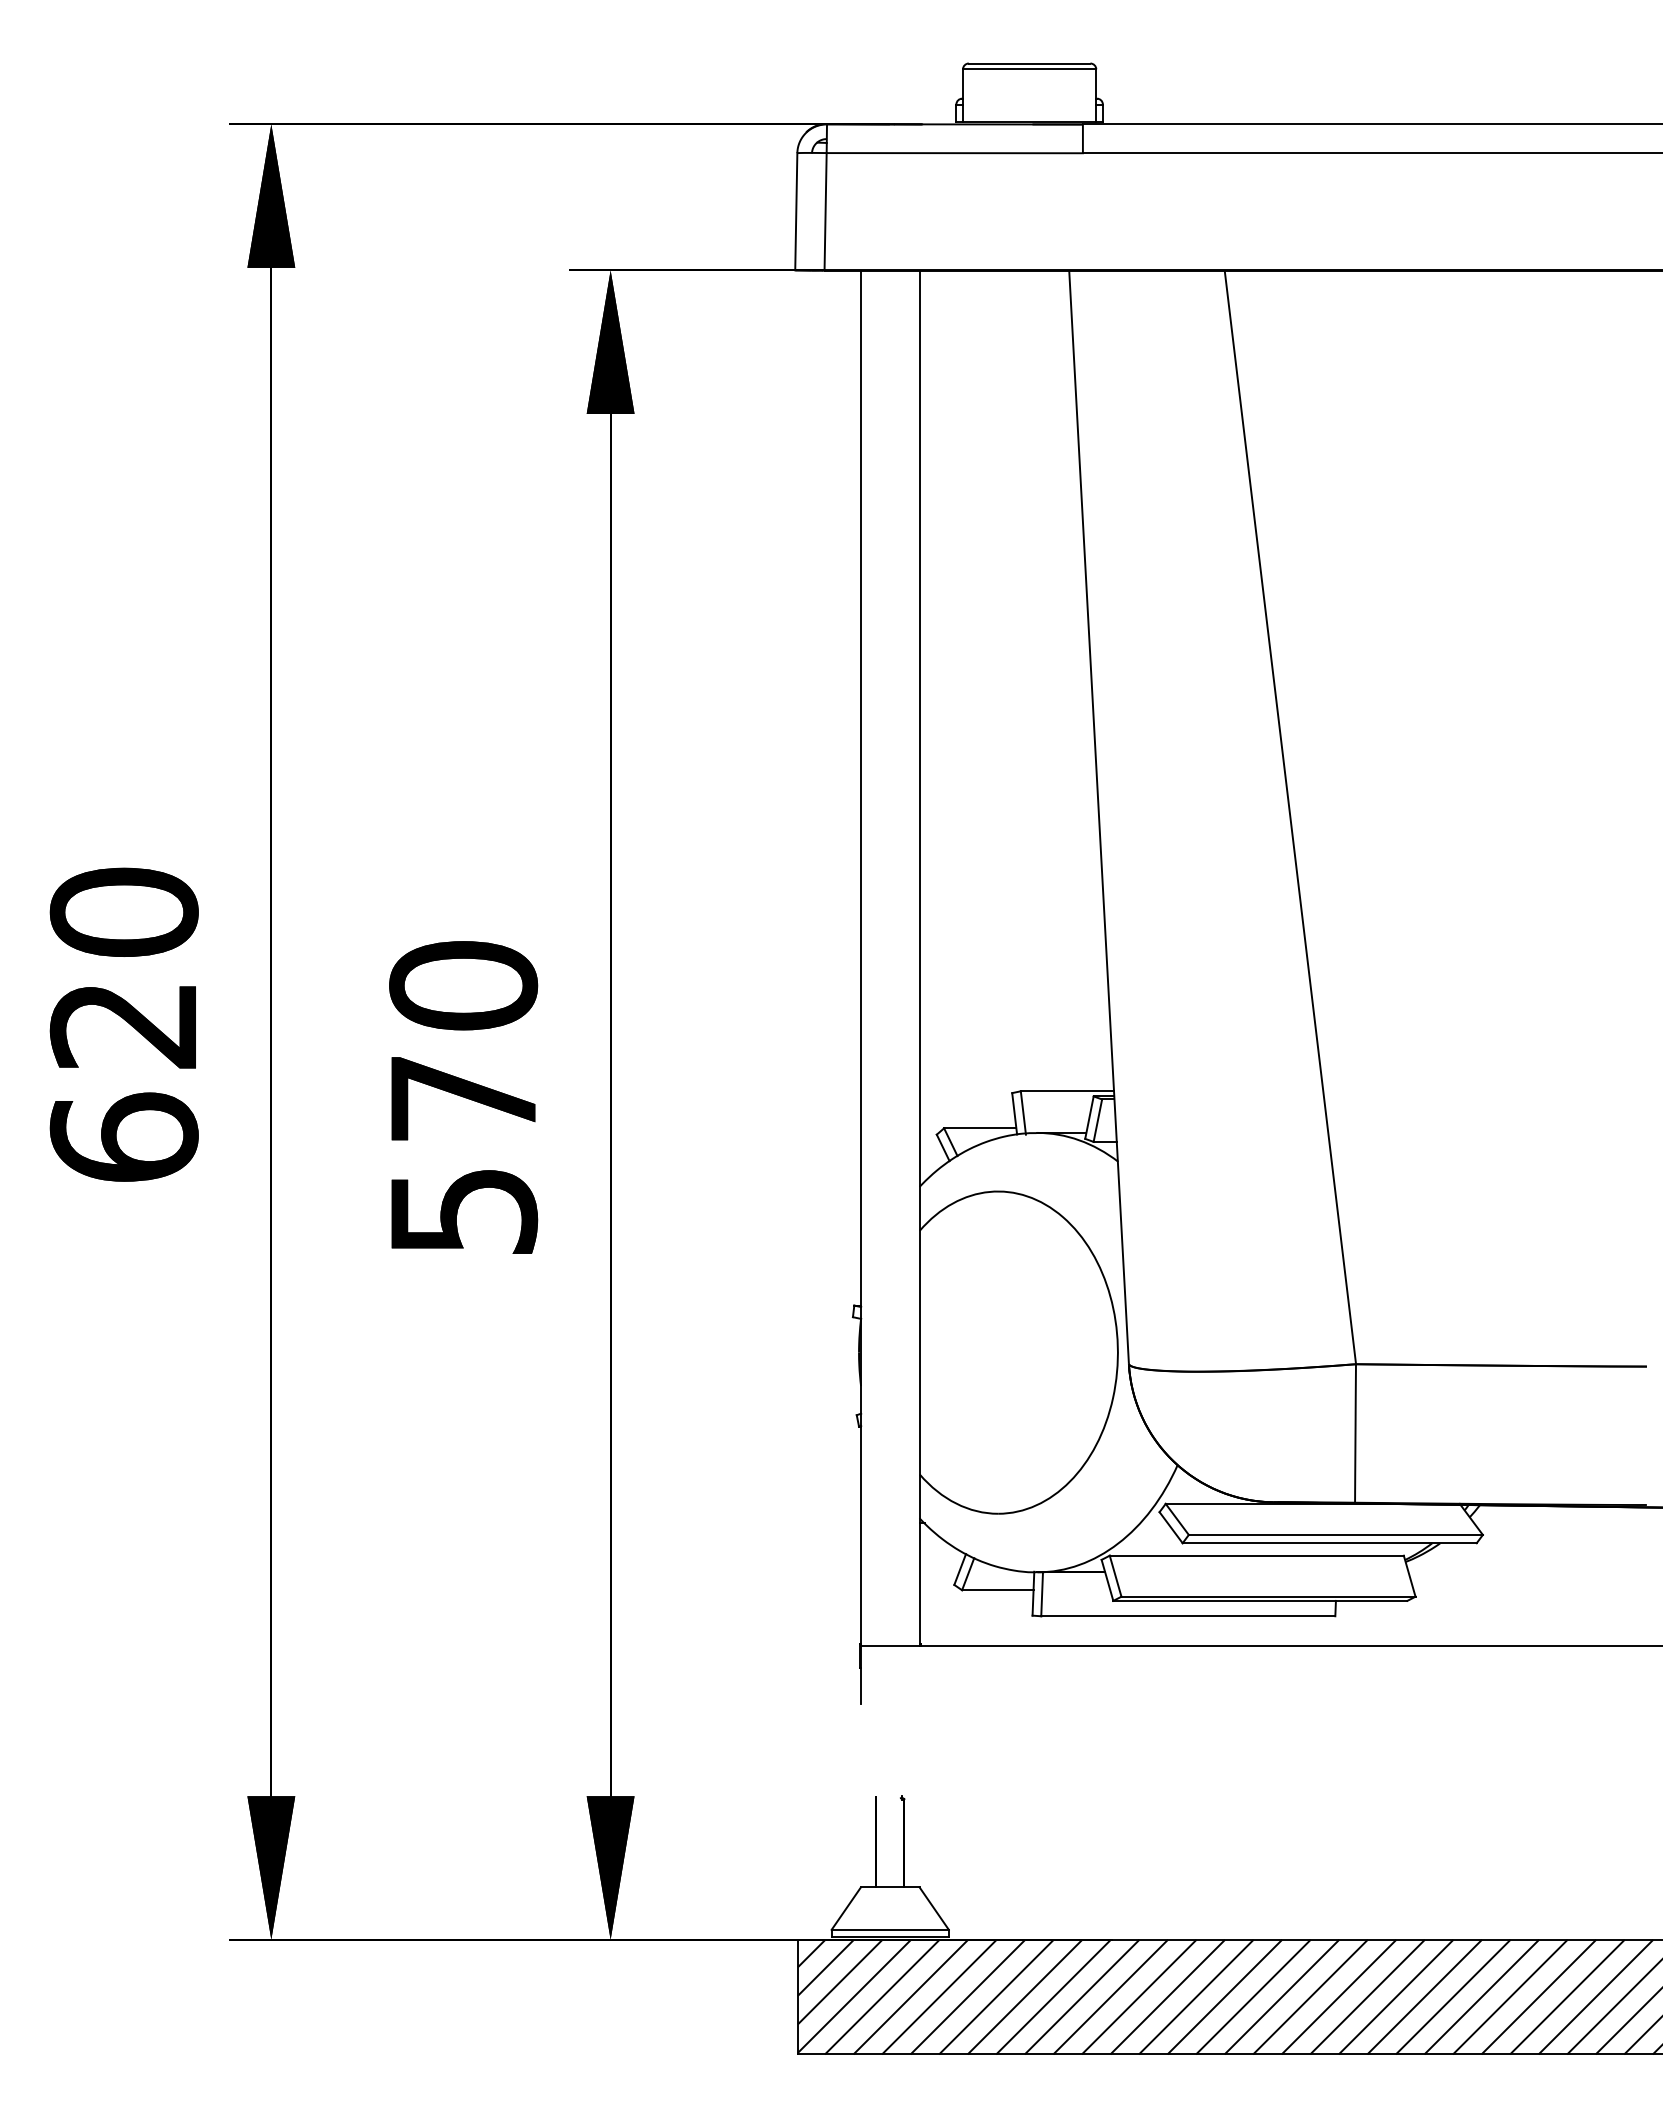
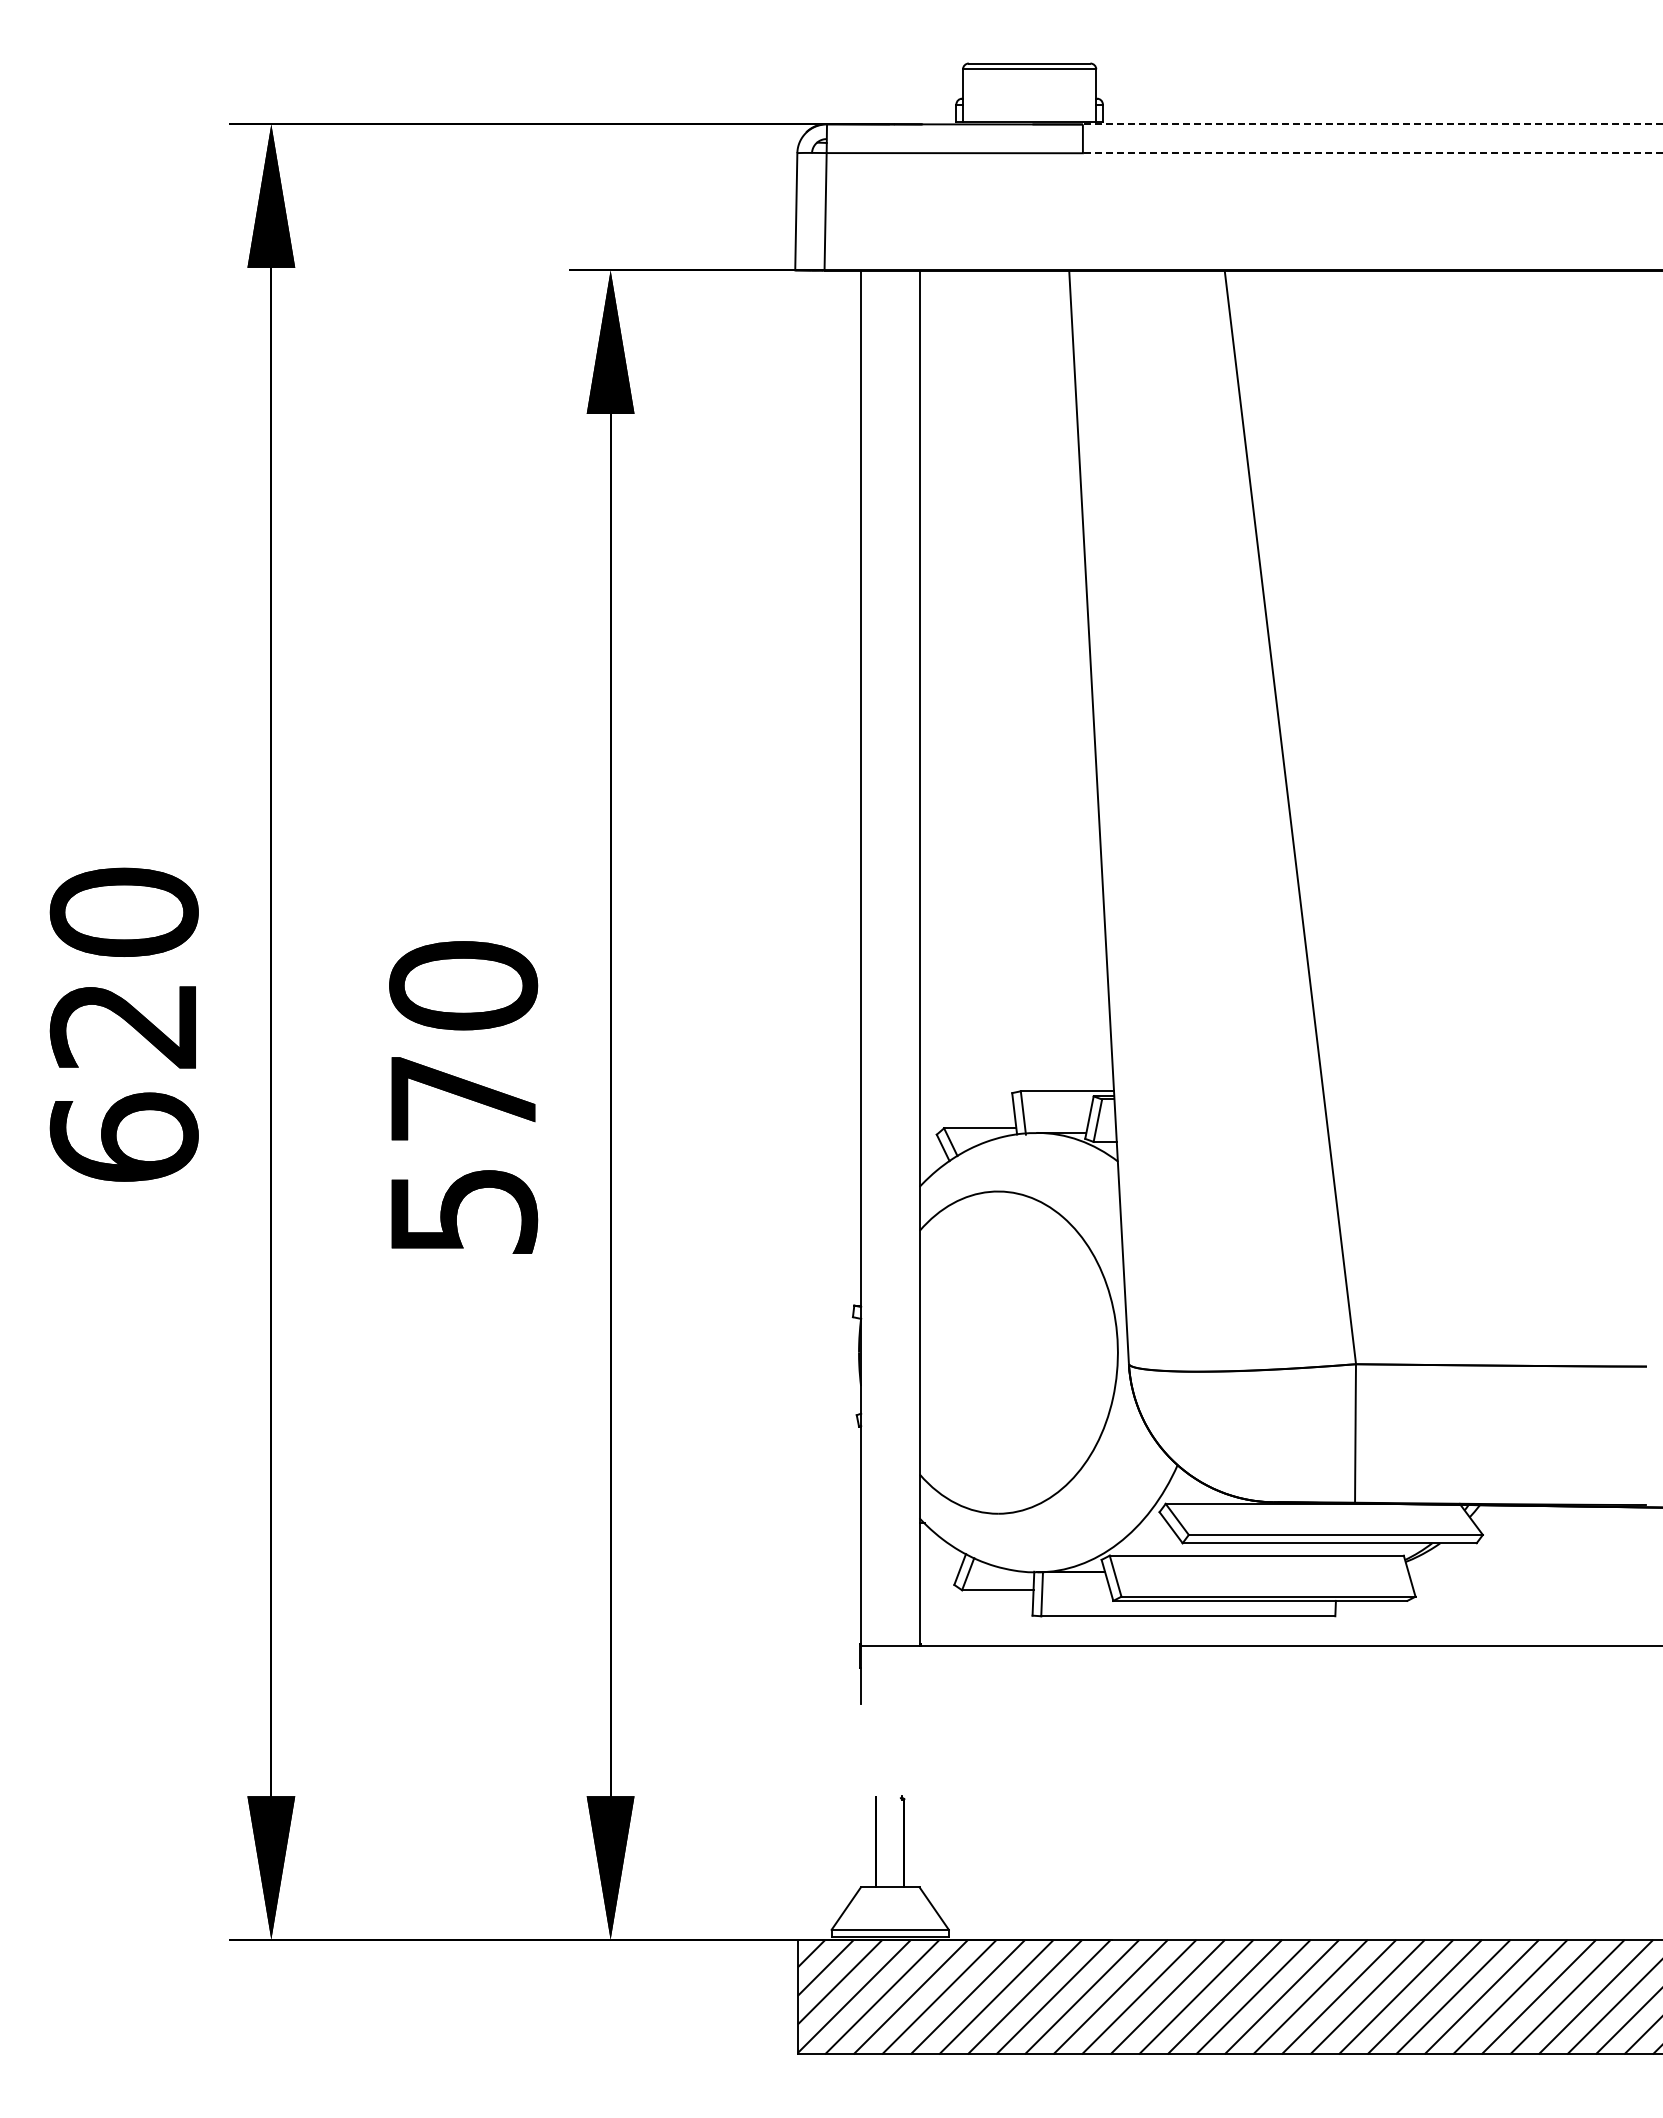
line at (1372, 124): solid -> dashed
line at (1372, 153): solid -> dashed
